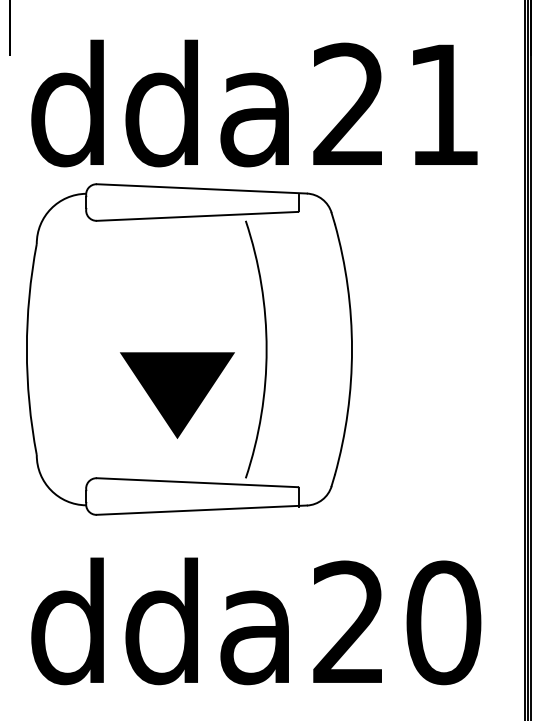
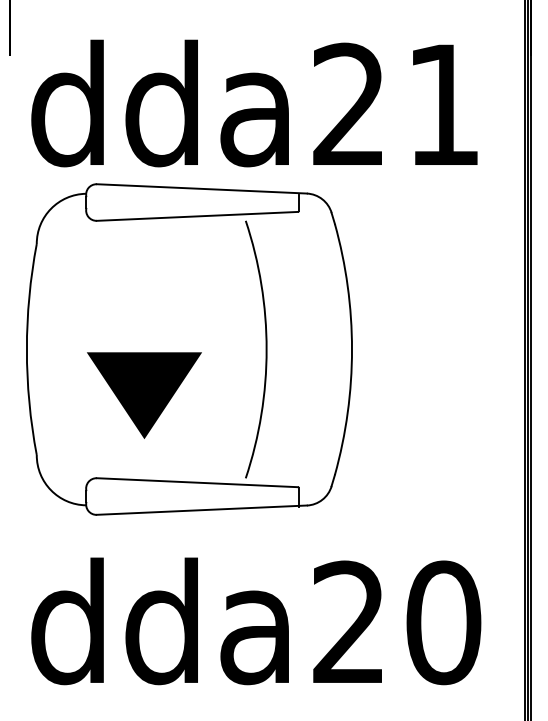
part at (177, 395) position: (177, 395) -> (144, 395)
